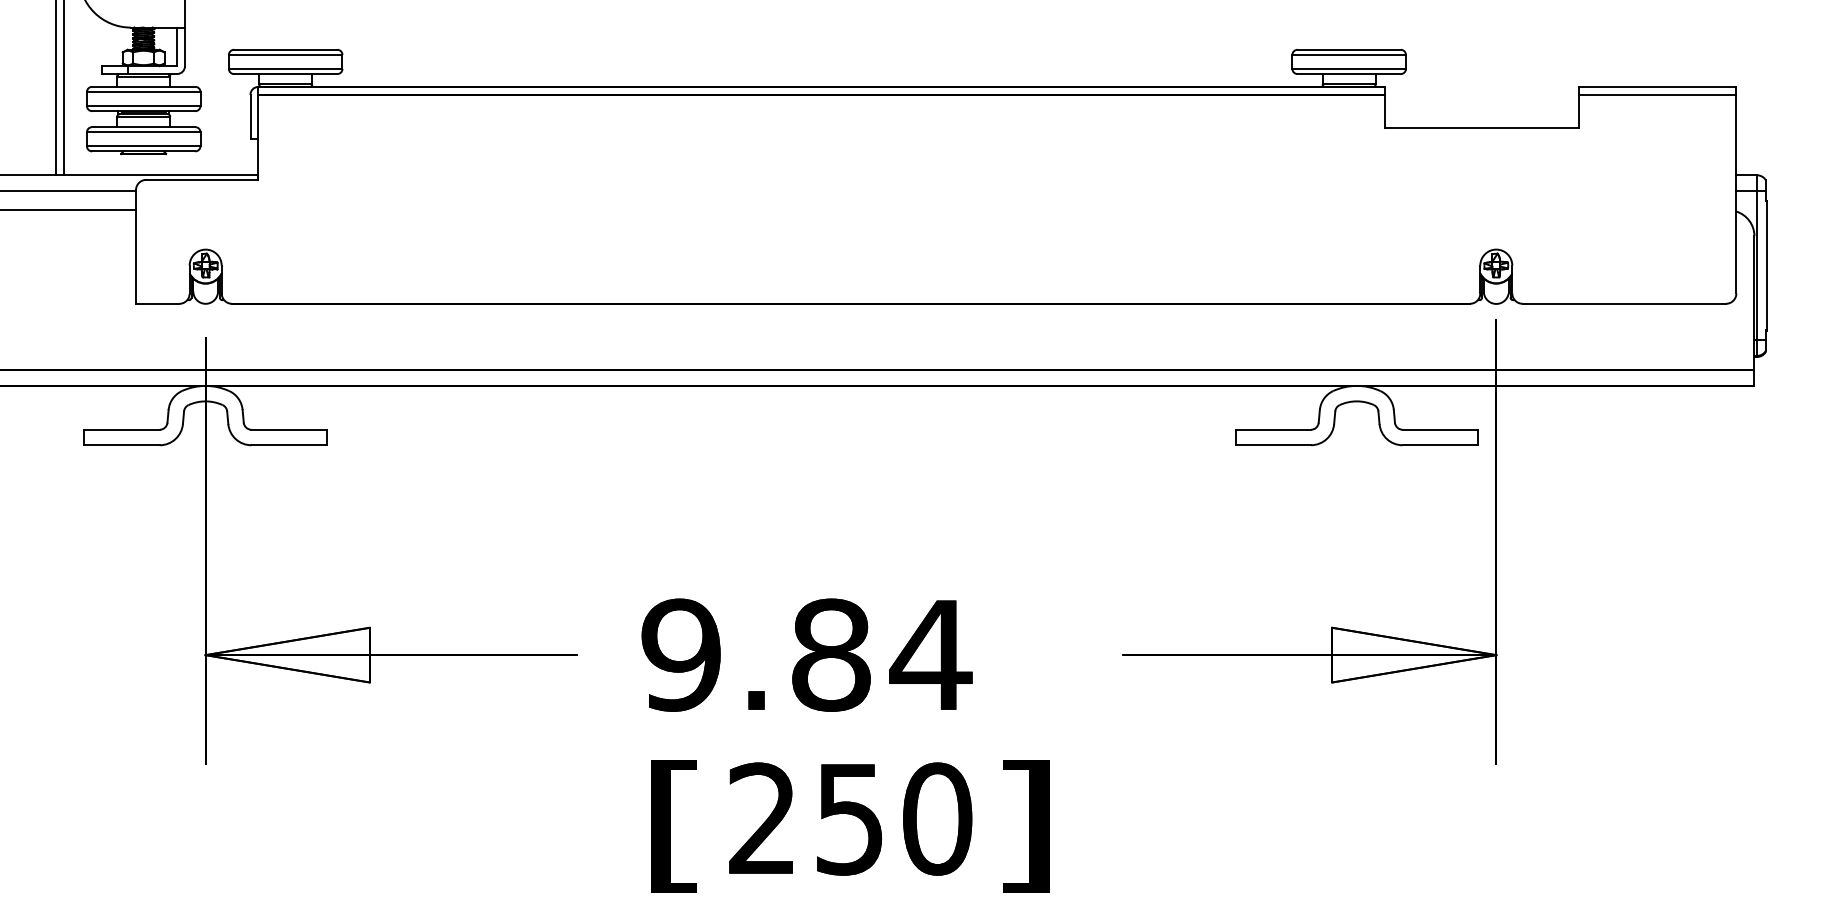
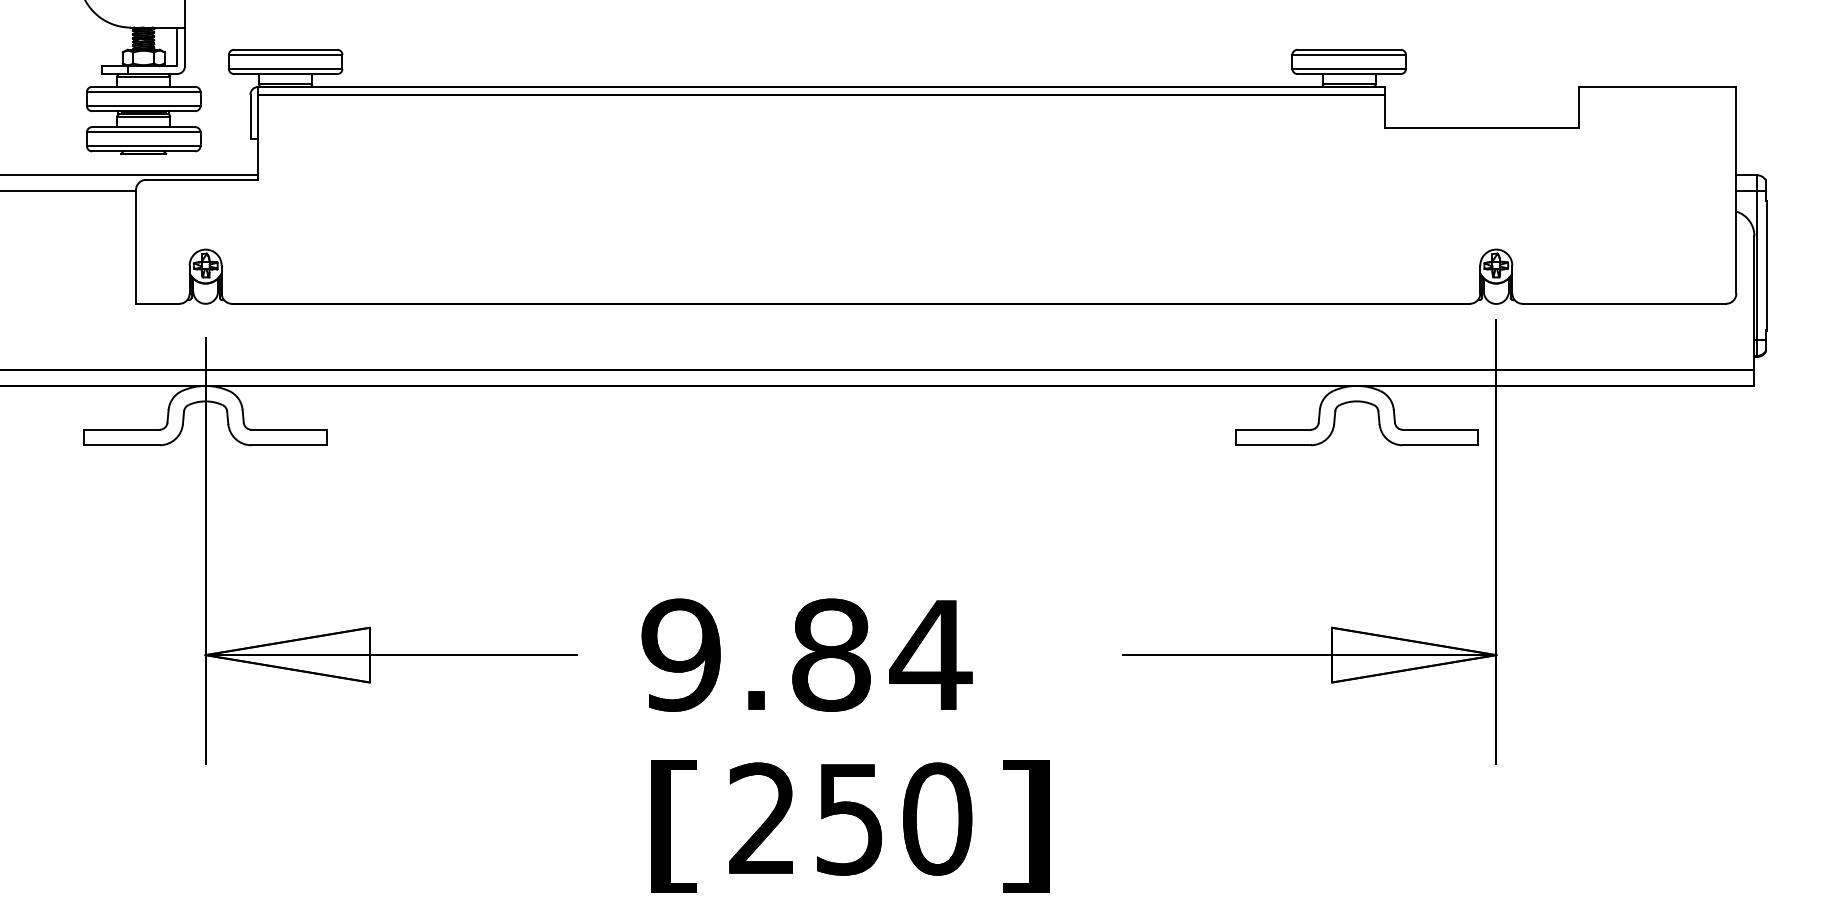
line at (55, 88): present -> none
line at (63, 88): present -> none
line at (1657, 94): present -> none
line at (69, 210): present -> none
